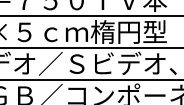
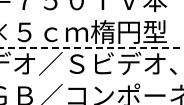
line at (91, 16): present -> none
line at (92, 48): solid -> dashed
line at (91, 80): present -> none
